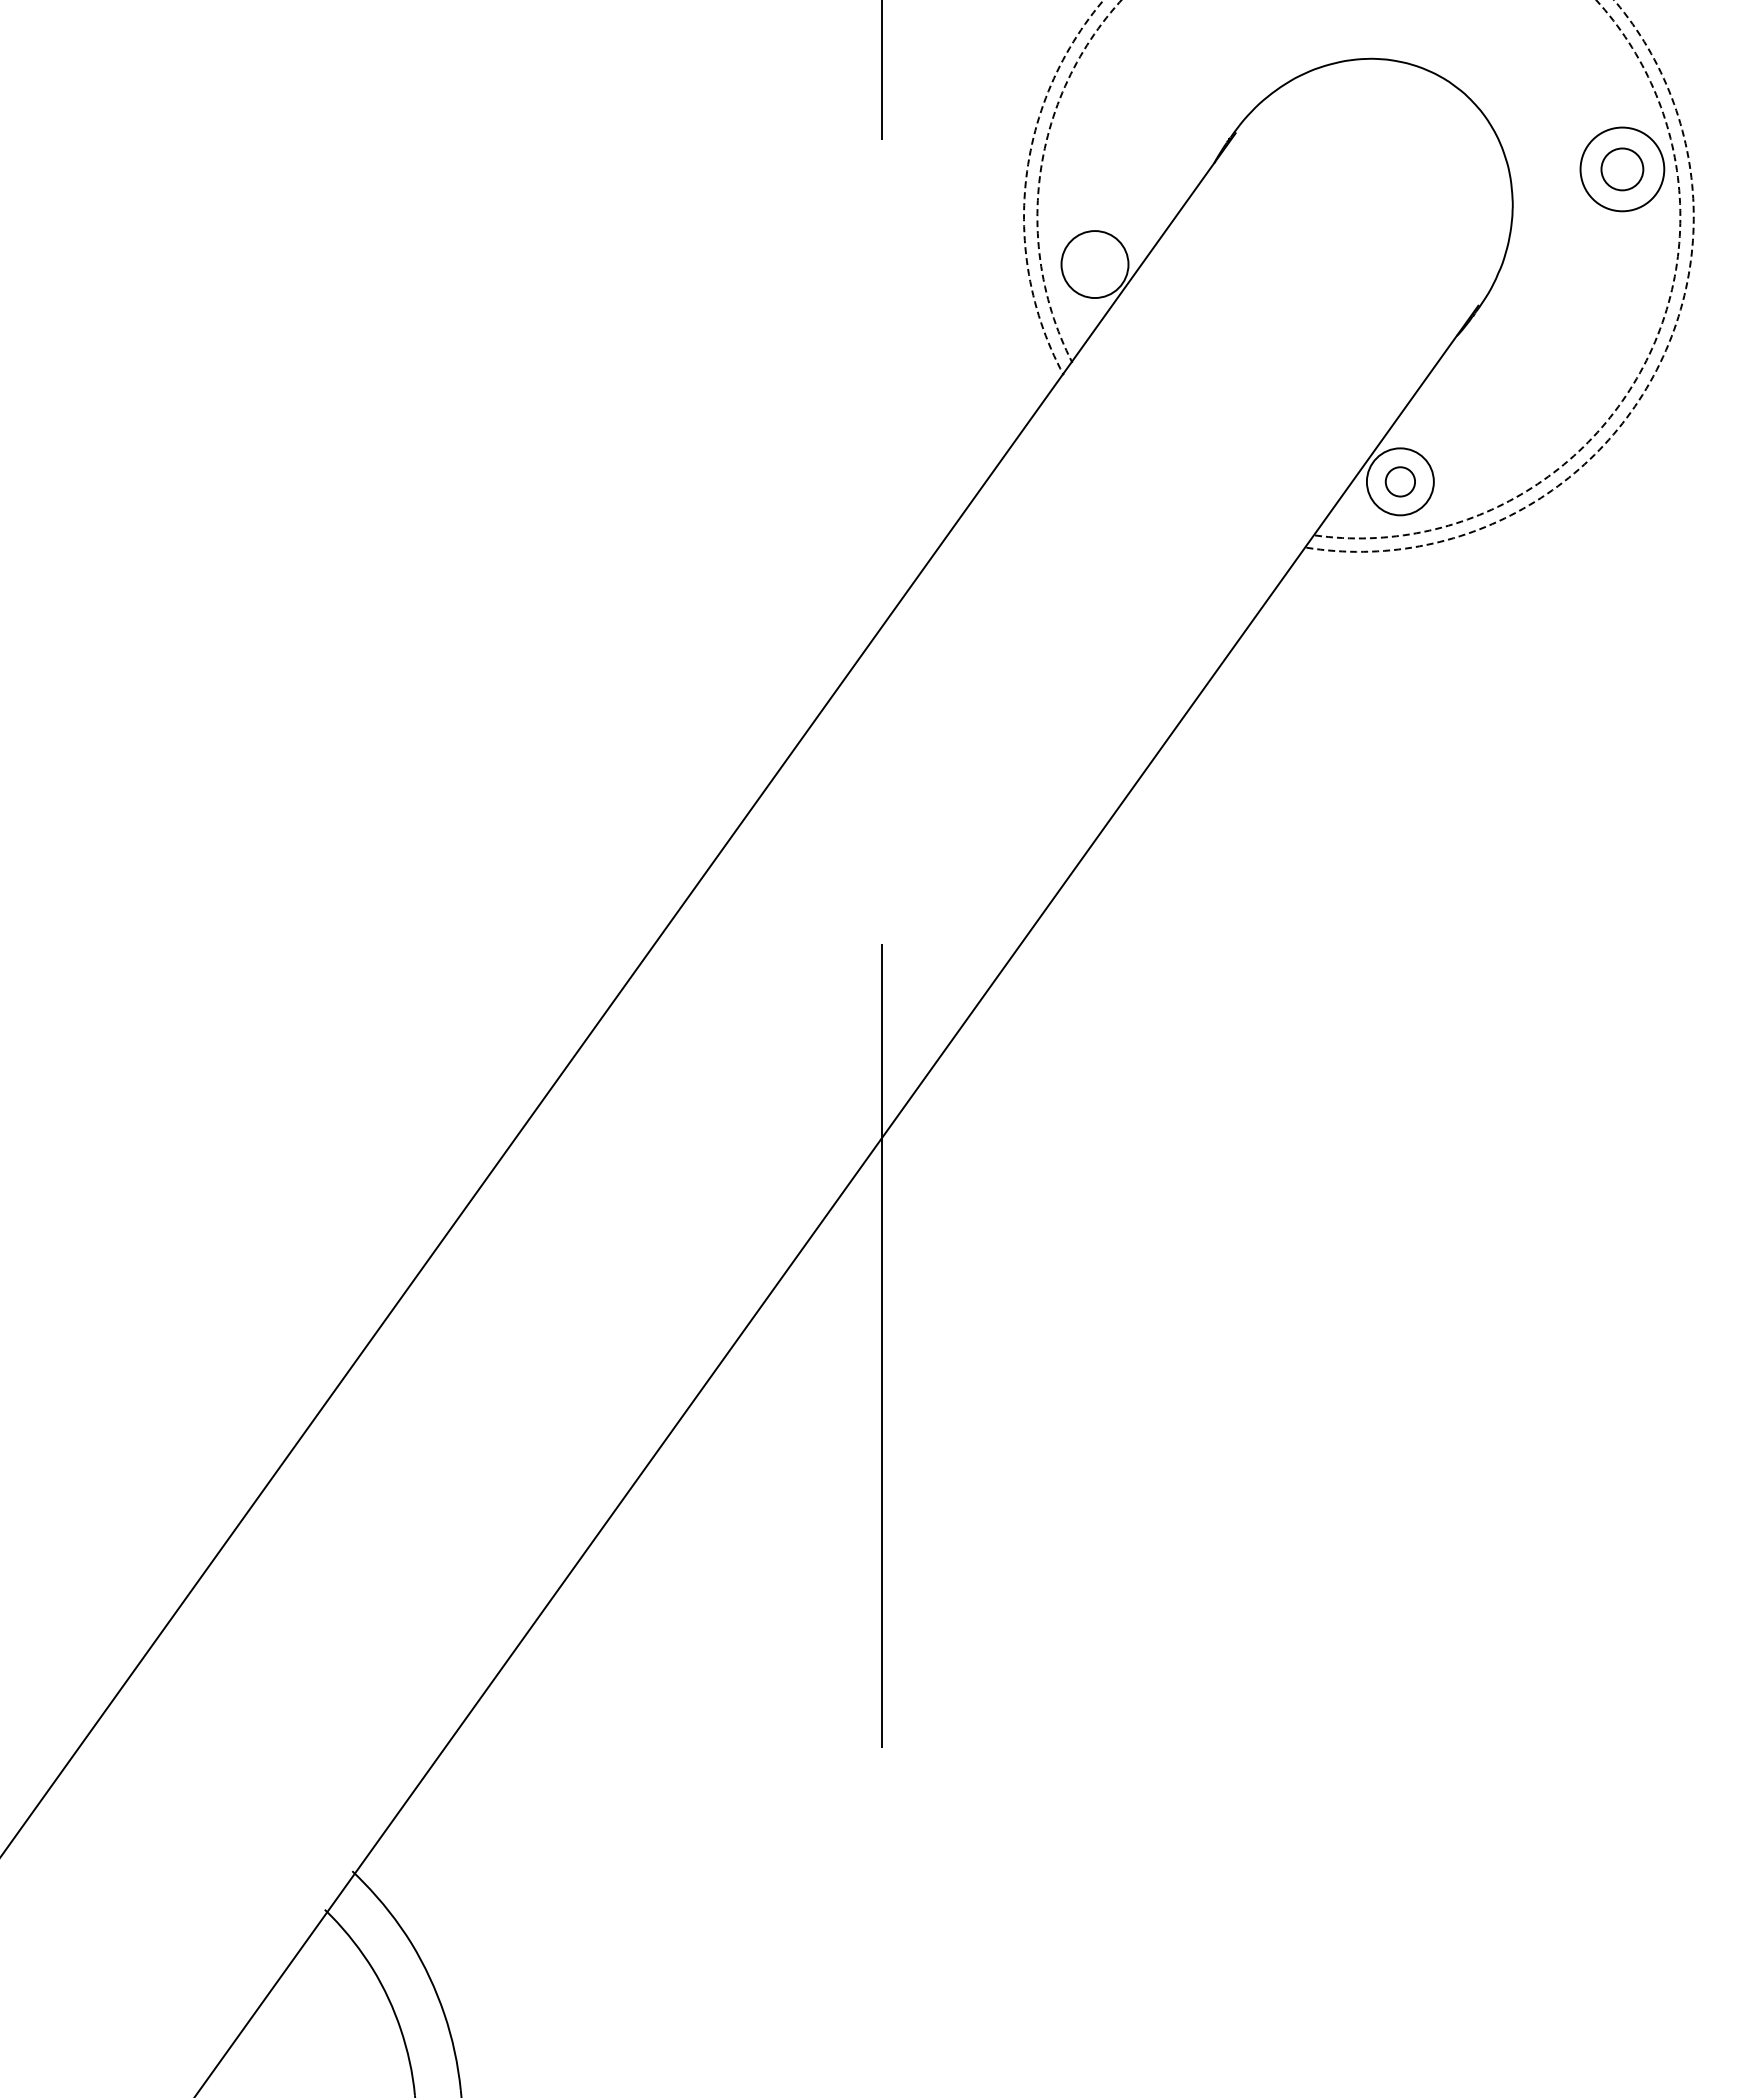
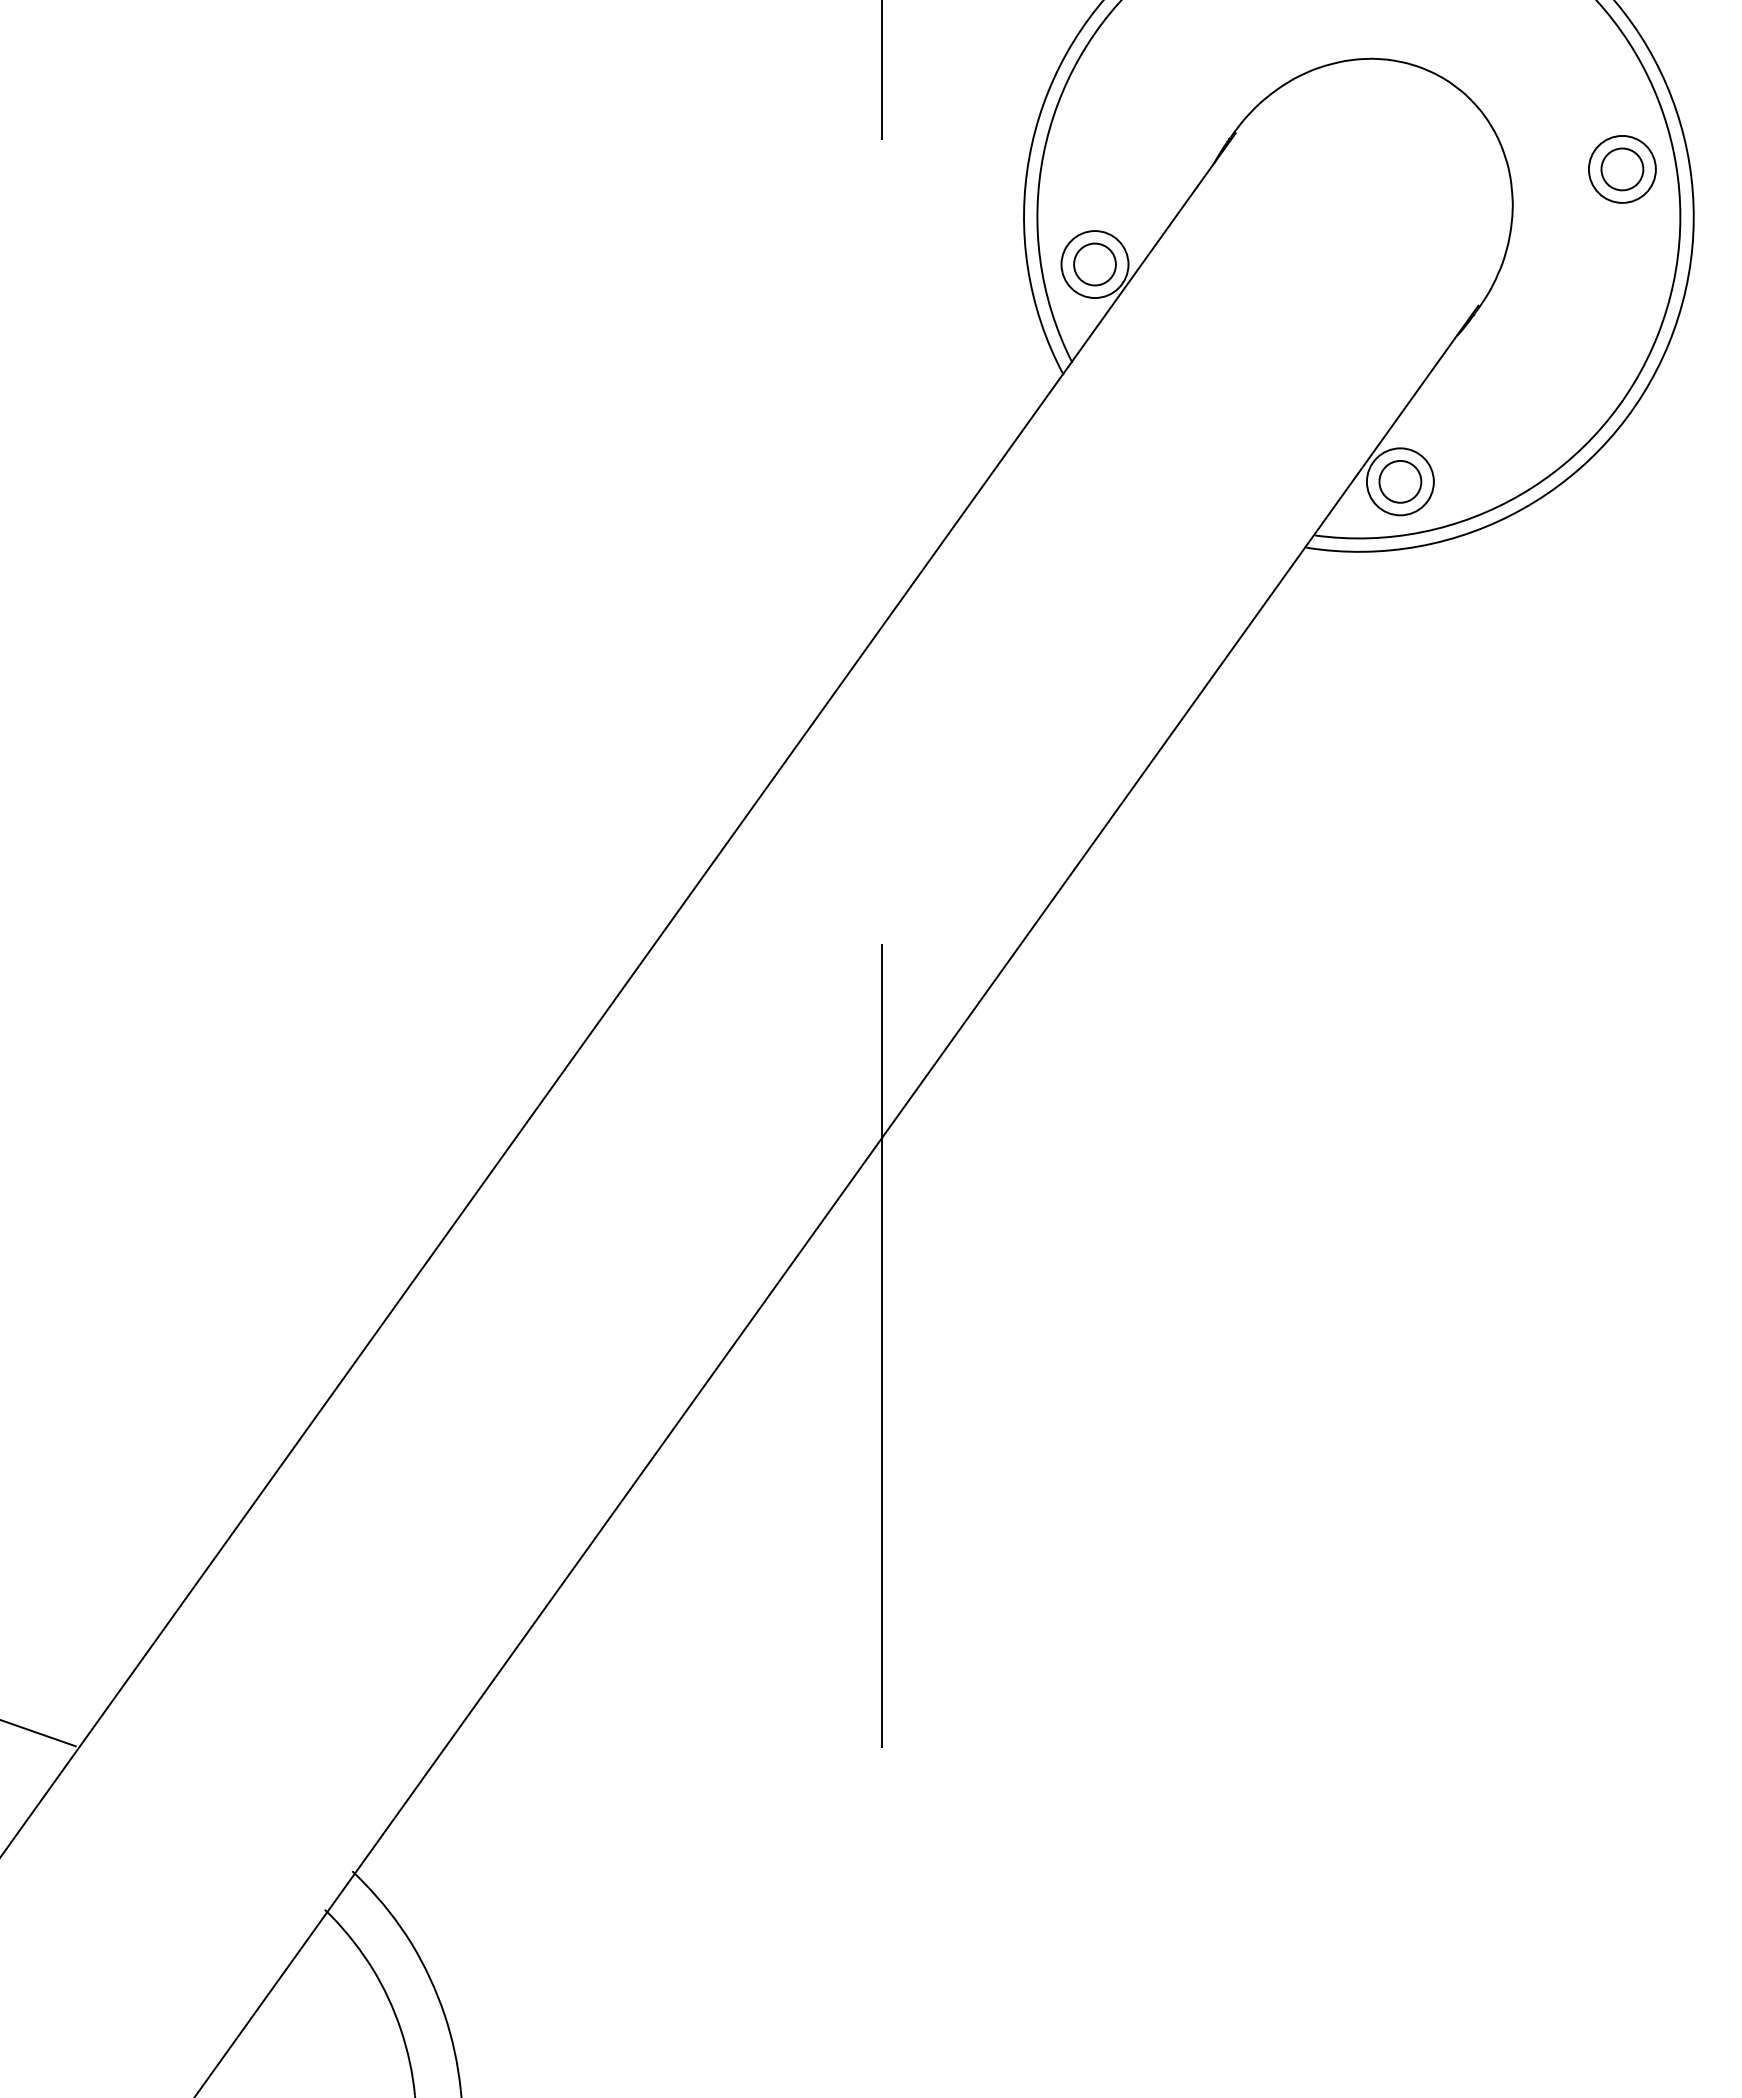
circle at (1622, 169) diameter: 84 px -> 67 px
arc at (1677, 175): dashed -> solid
arc at (1692, 190): dashed -> solid
circle at (1094, 264): none -> present
circle at (1399, 481) size: 32x32 px -> 45x44 px
line at (38, 1733): none -> present
